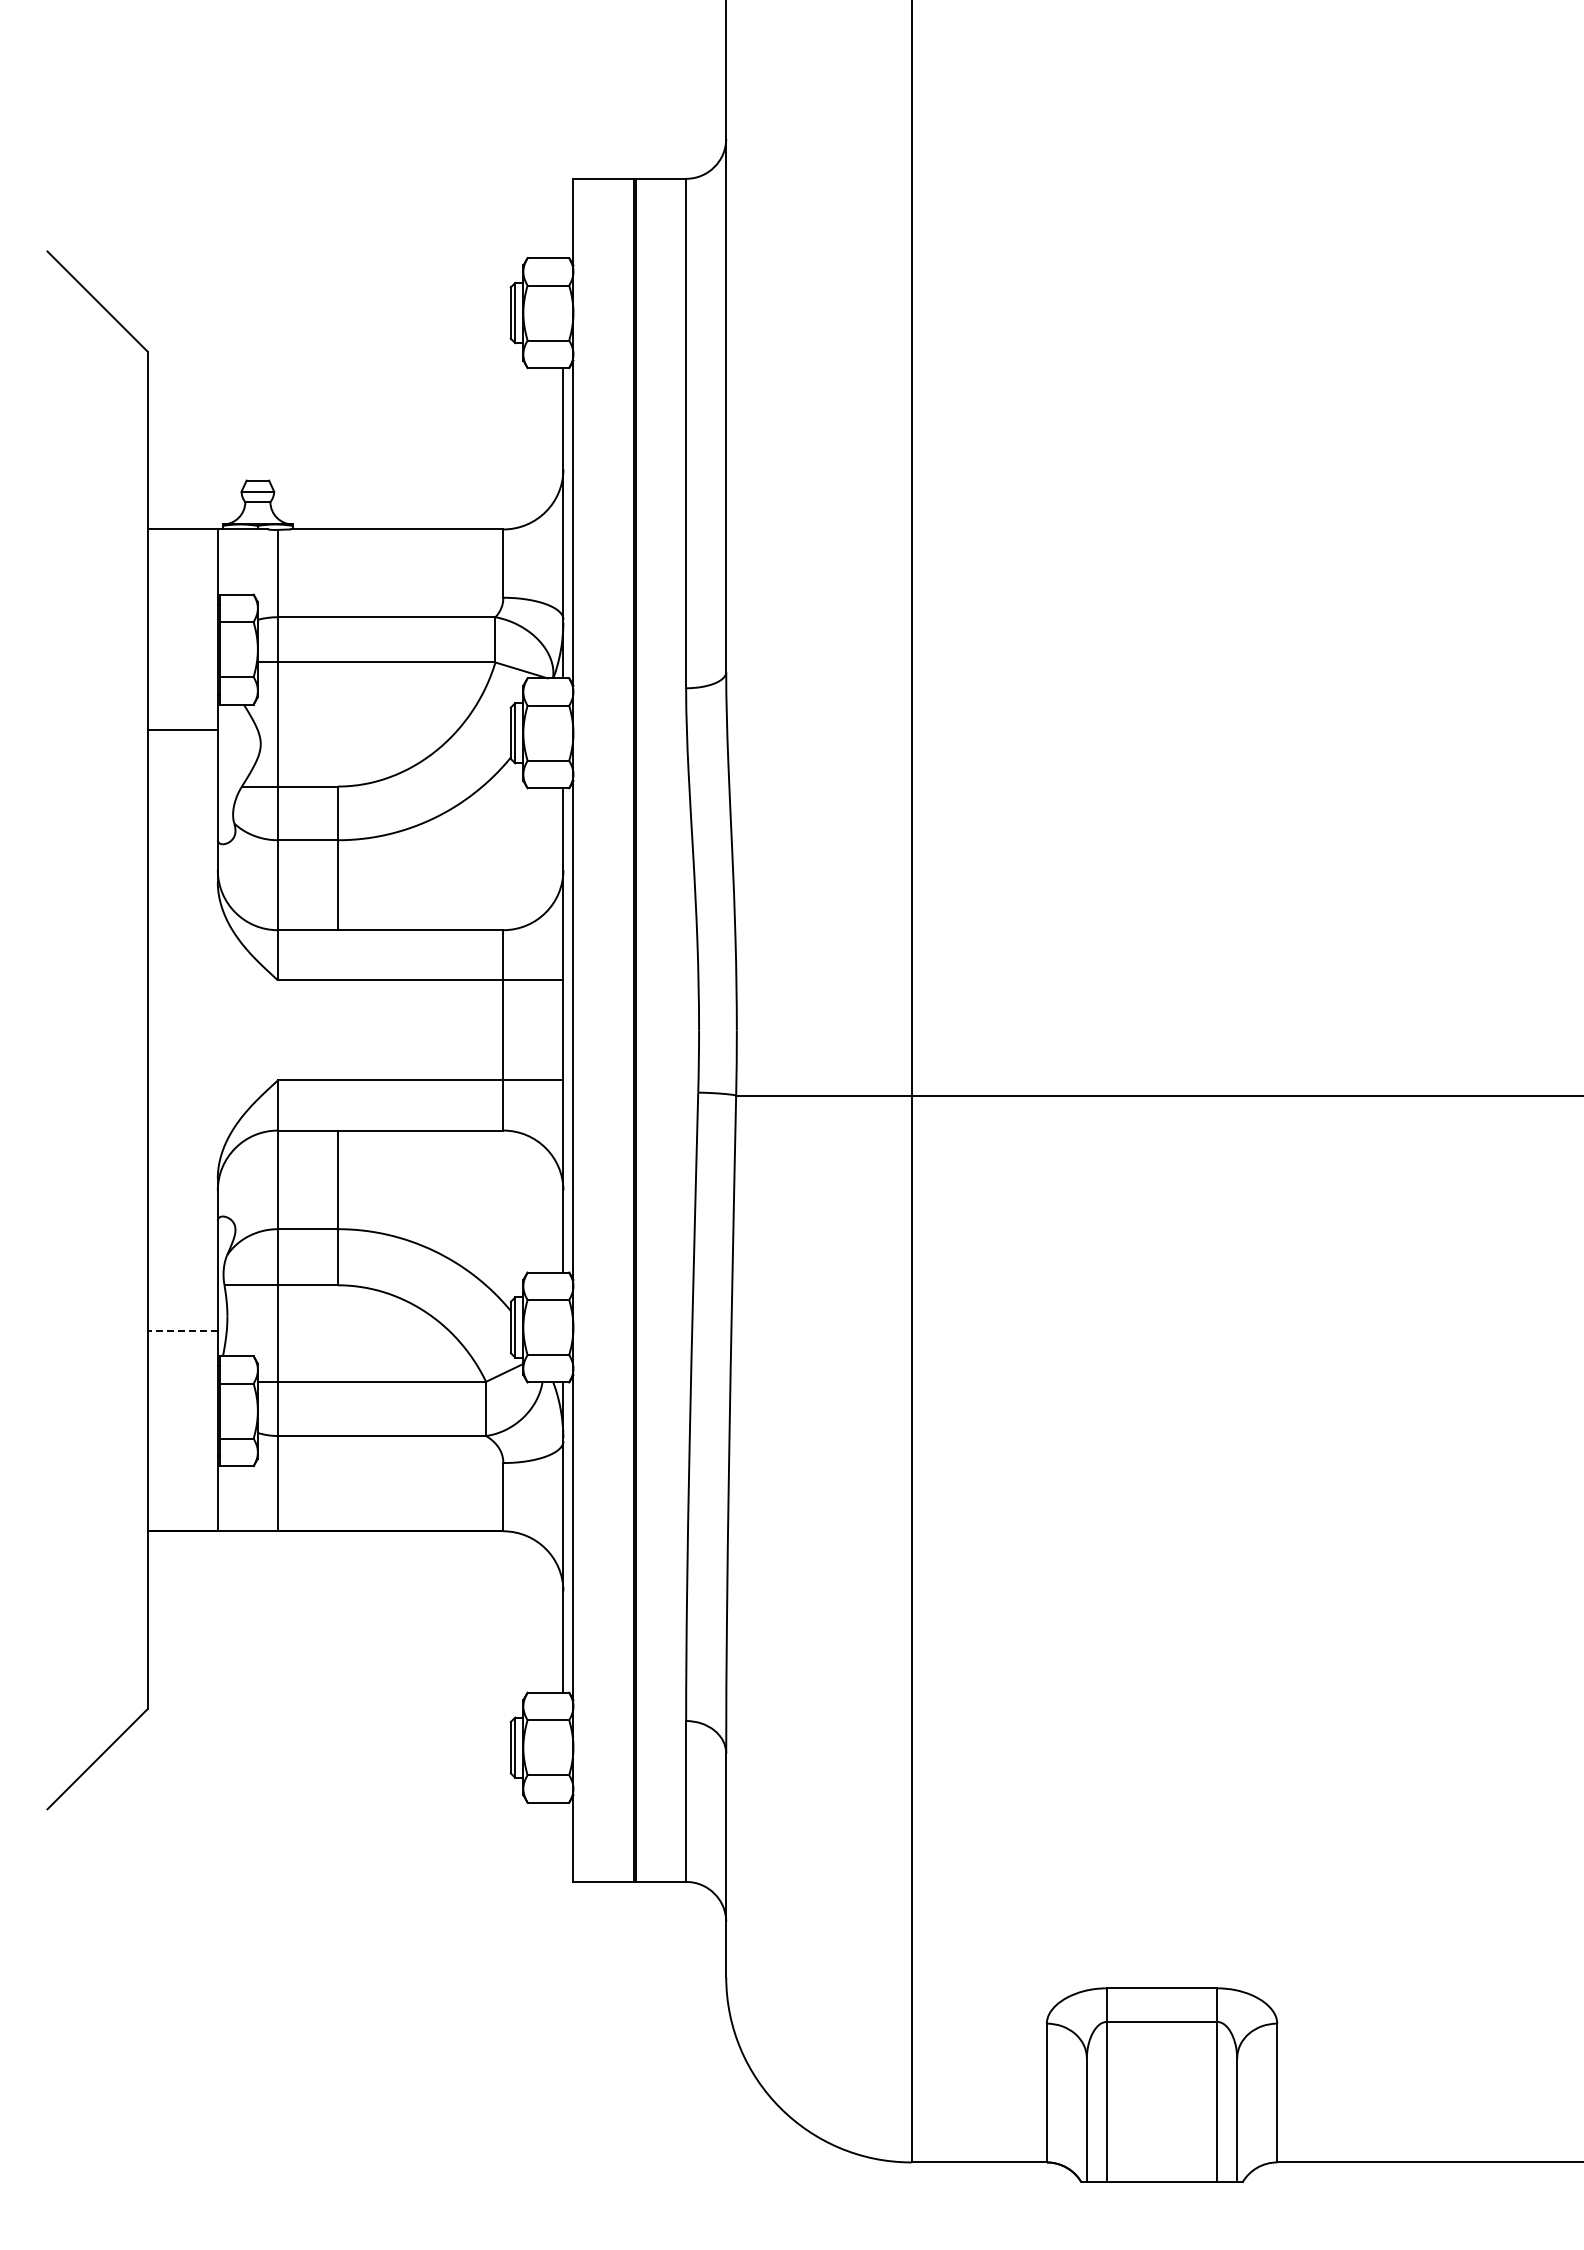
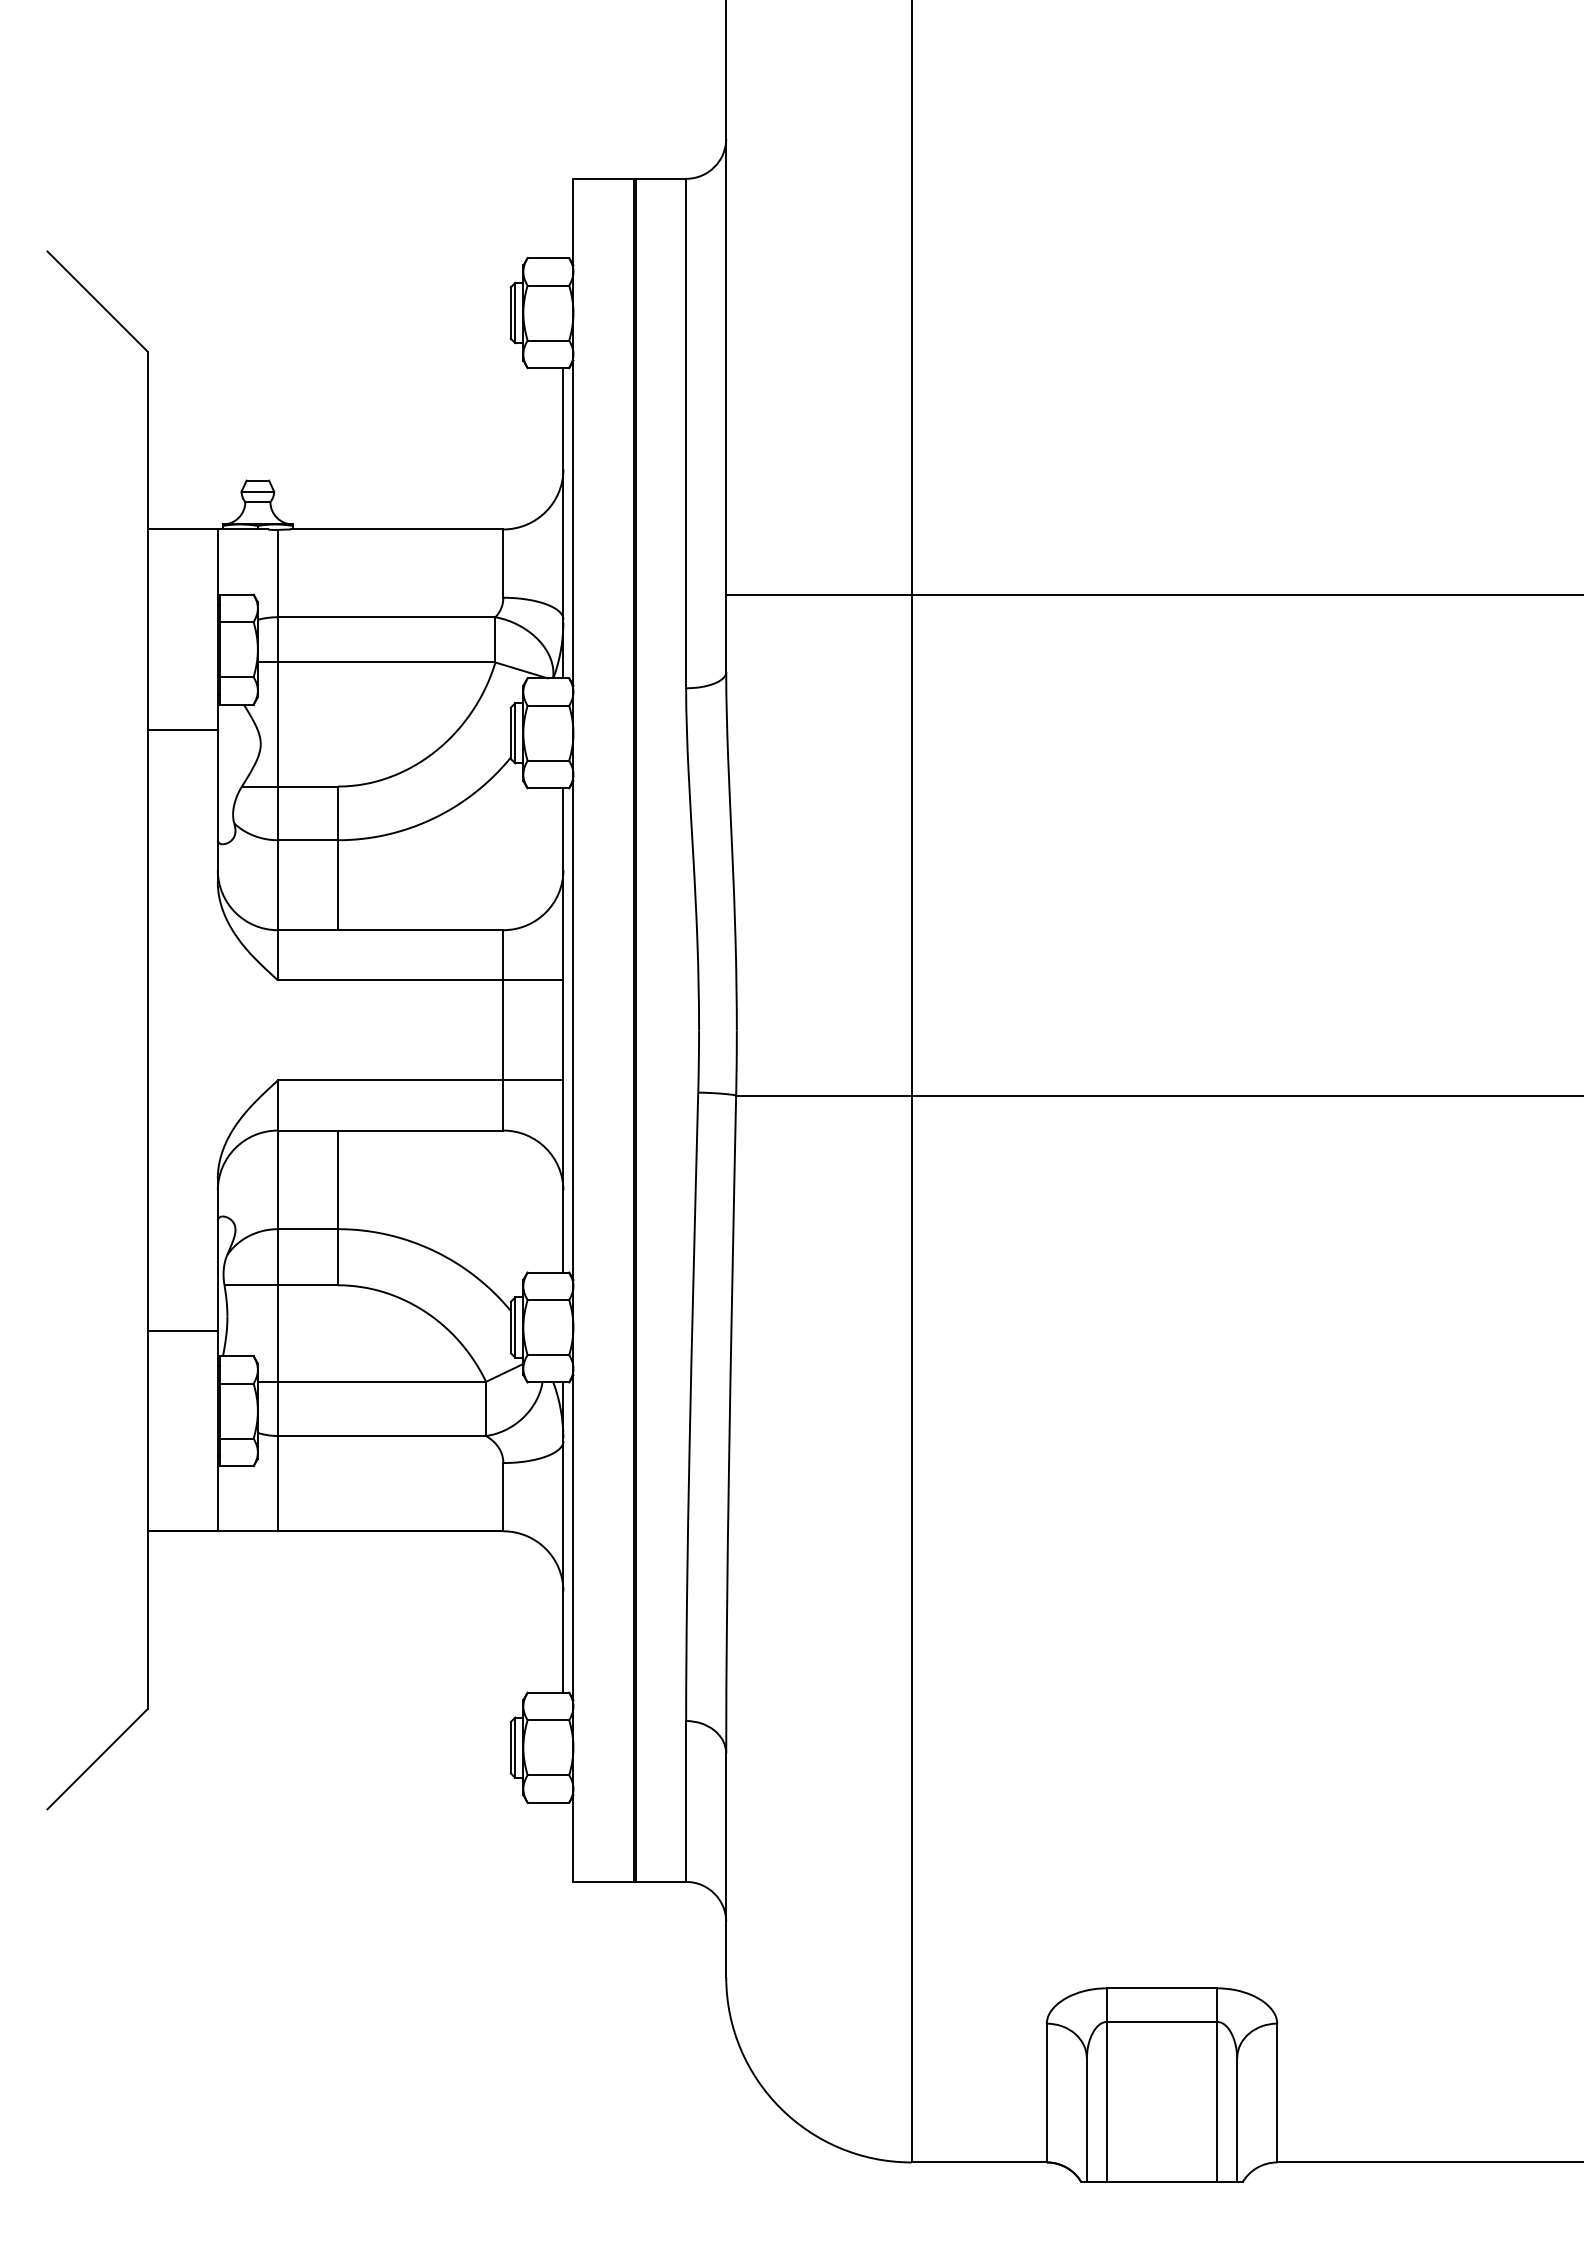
line at (1153, 594): none -> present
line at (182, 1330): dashed -> solid
